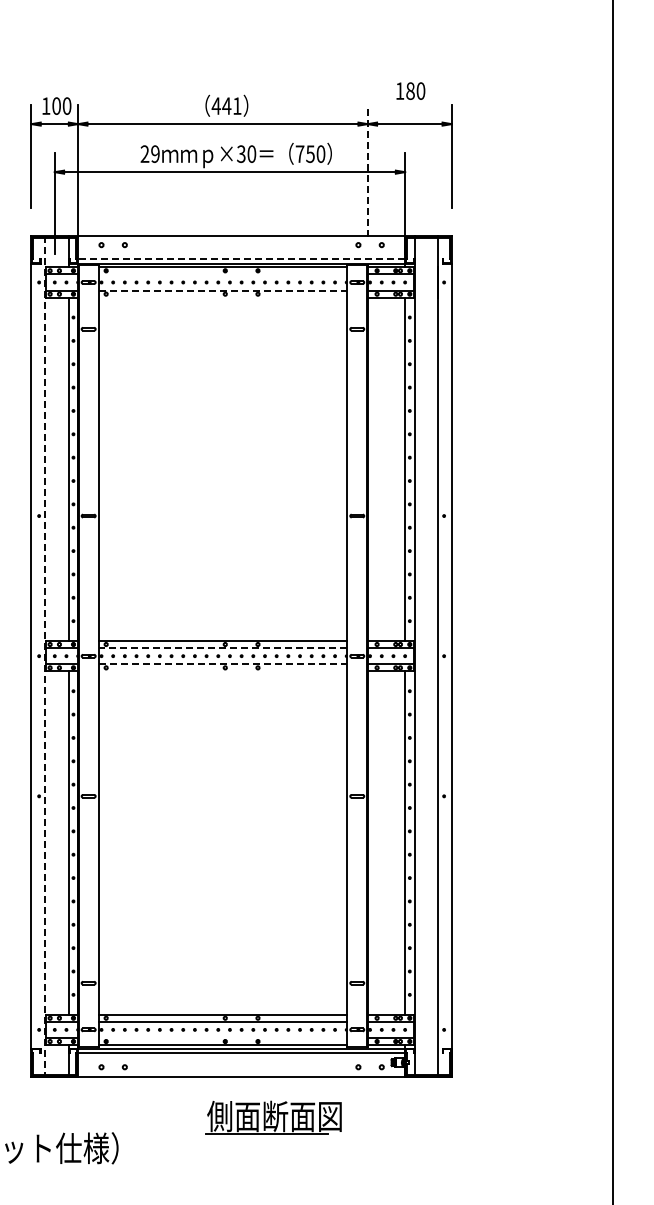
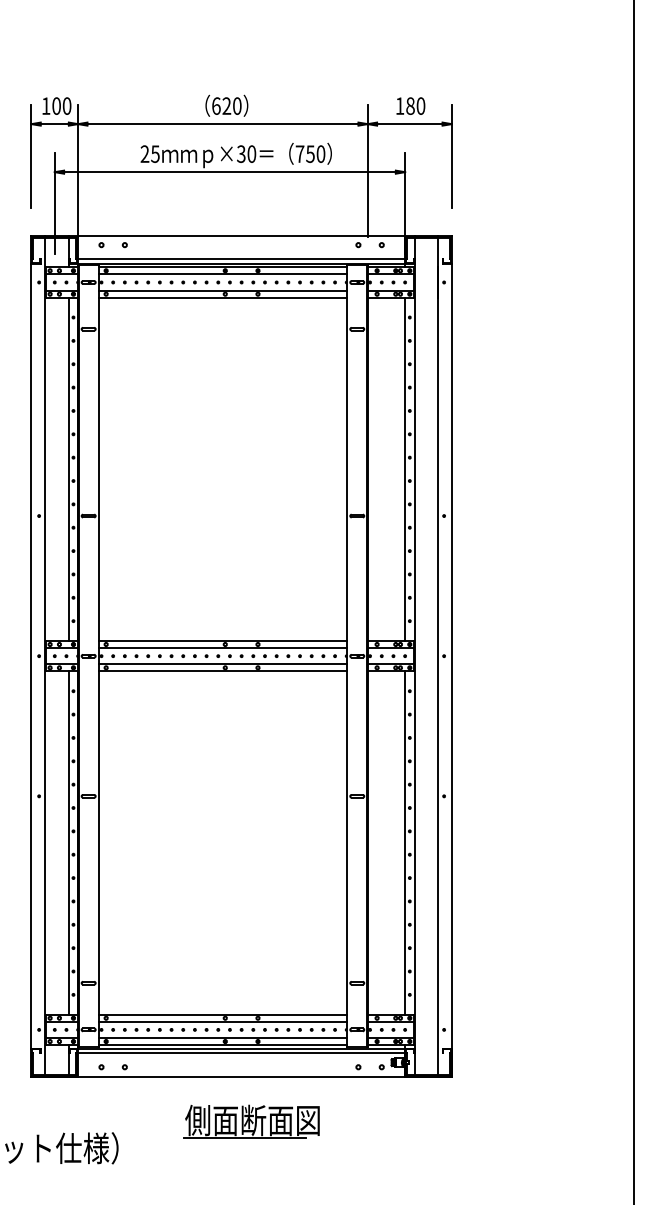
text at (410, 90) position: (410, 90) -> (410, 105)
text at (226, 105): 441 -> 620
text at (155, 153): 29 -> 25
line at (367, 171): dashed -> solid
line at (241, 259): dashed -> solid
line at (222, 274): none -> present
line at (222, 290): dashed -> solid
line at (222, 297): none -> present
line at (613, 601) position: (613, 601) -> (634, 601)
line at (222, 648): dashed -> solid
line at (45, 656): dashed -> solid
line at (222, 664): dashed -> solid
line at (222, 671): none -> present
line at (222, 1038): none -> present
part at (273, 1117) position: (273, 1117) -> (251, 1121)
